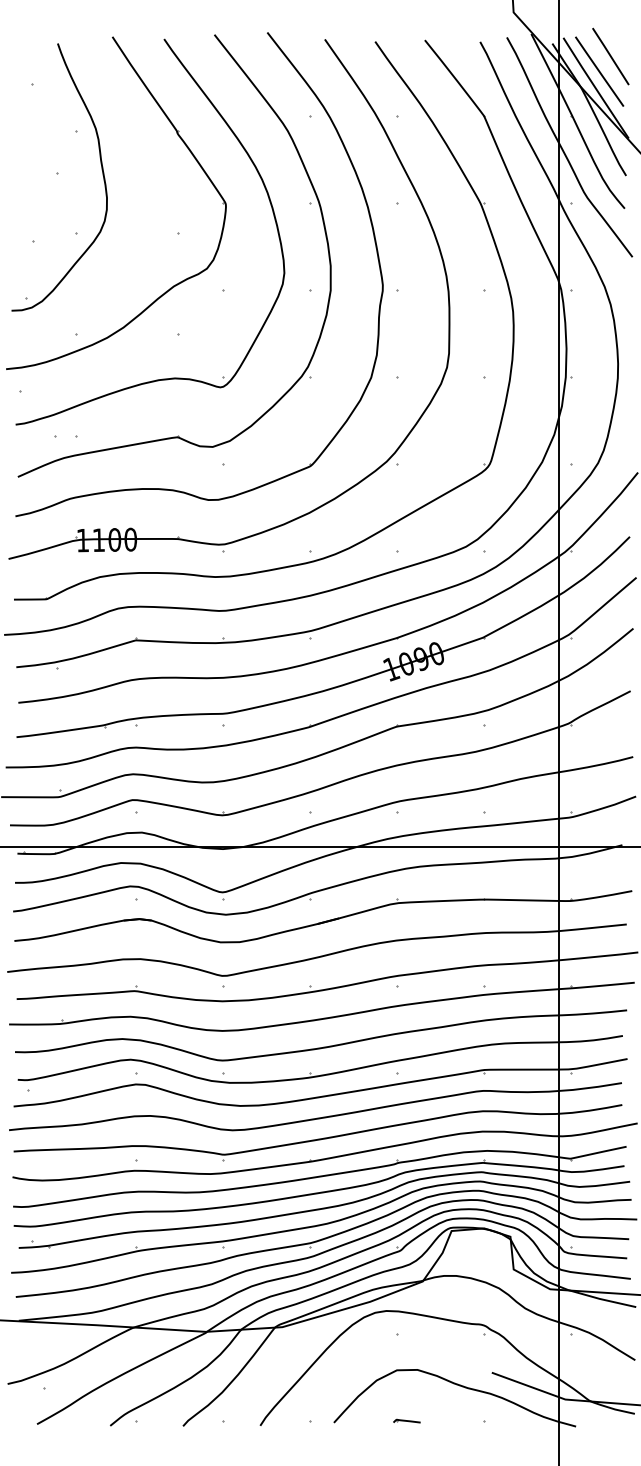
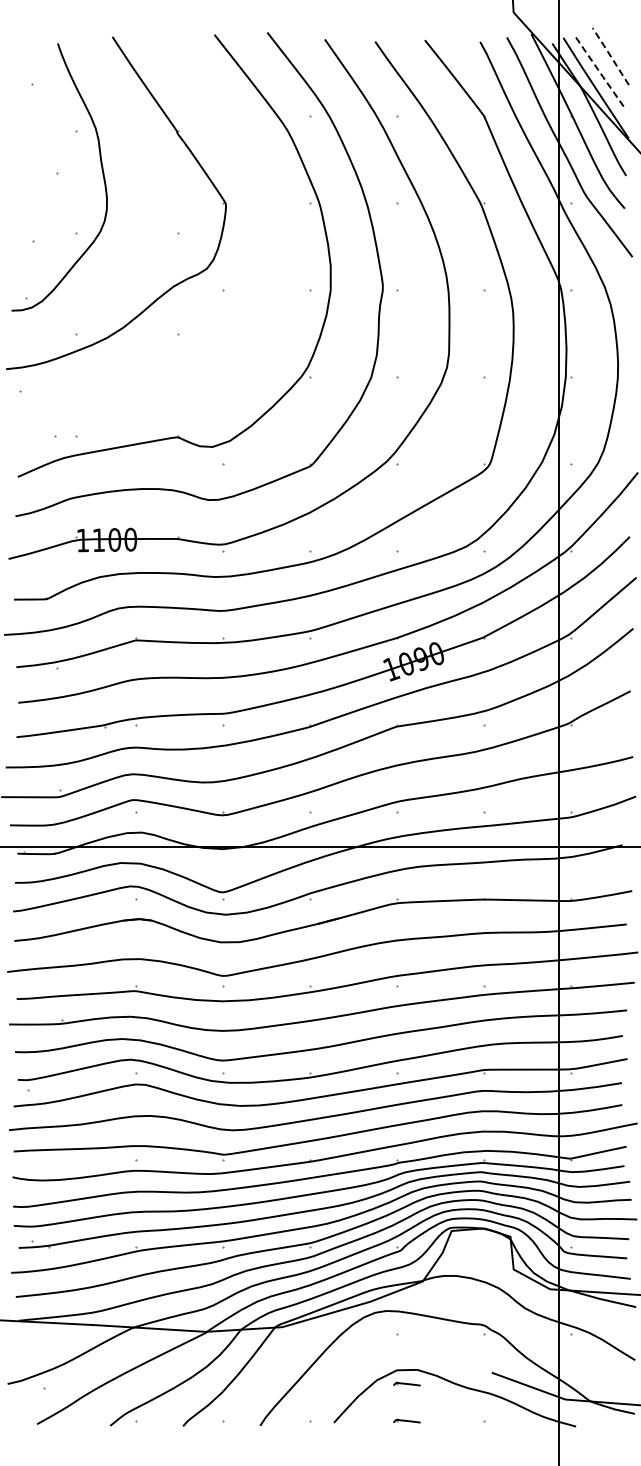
line at (610, 55): solid -> dashed
line at (599, 71): solid -> dashed
part at (257, 173): present -> none
part at (406, 1383): none -> present
